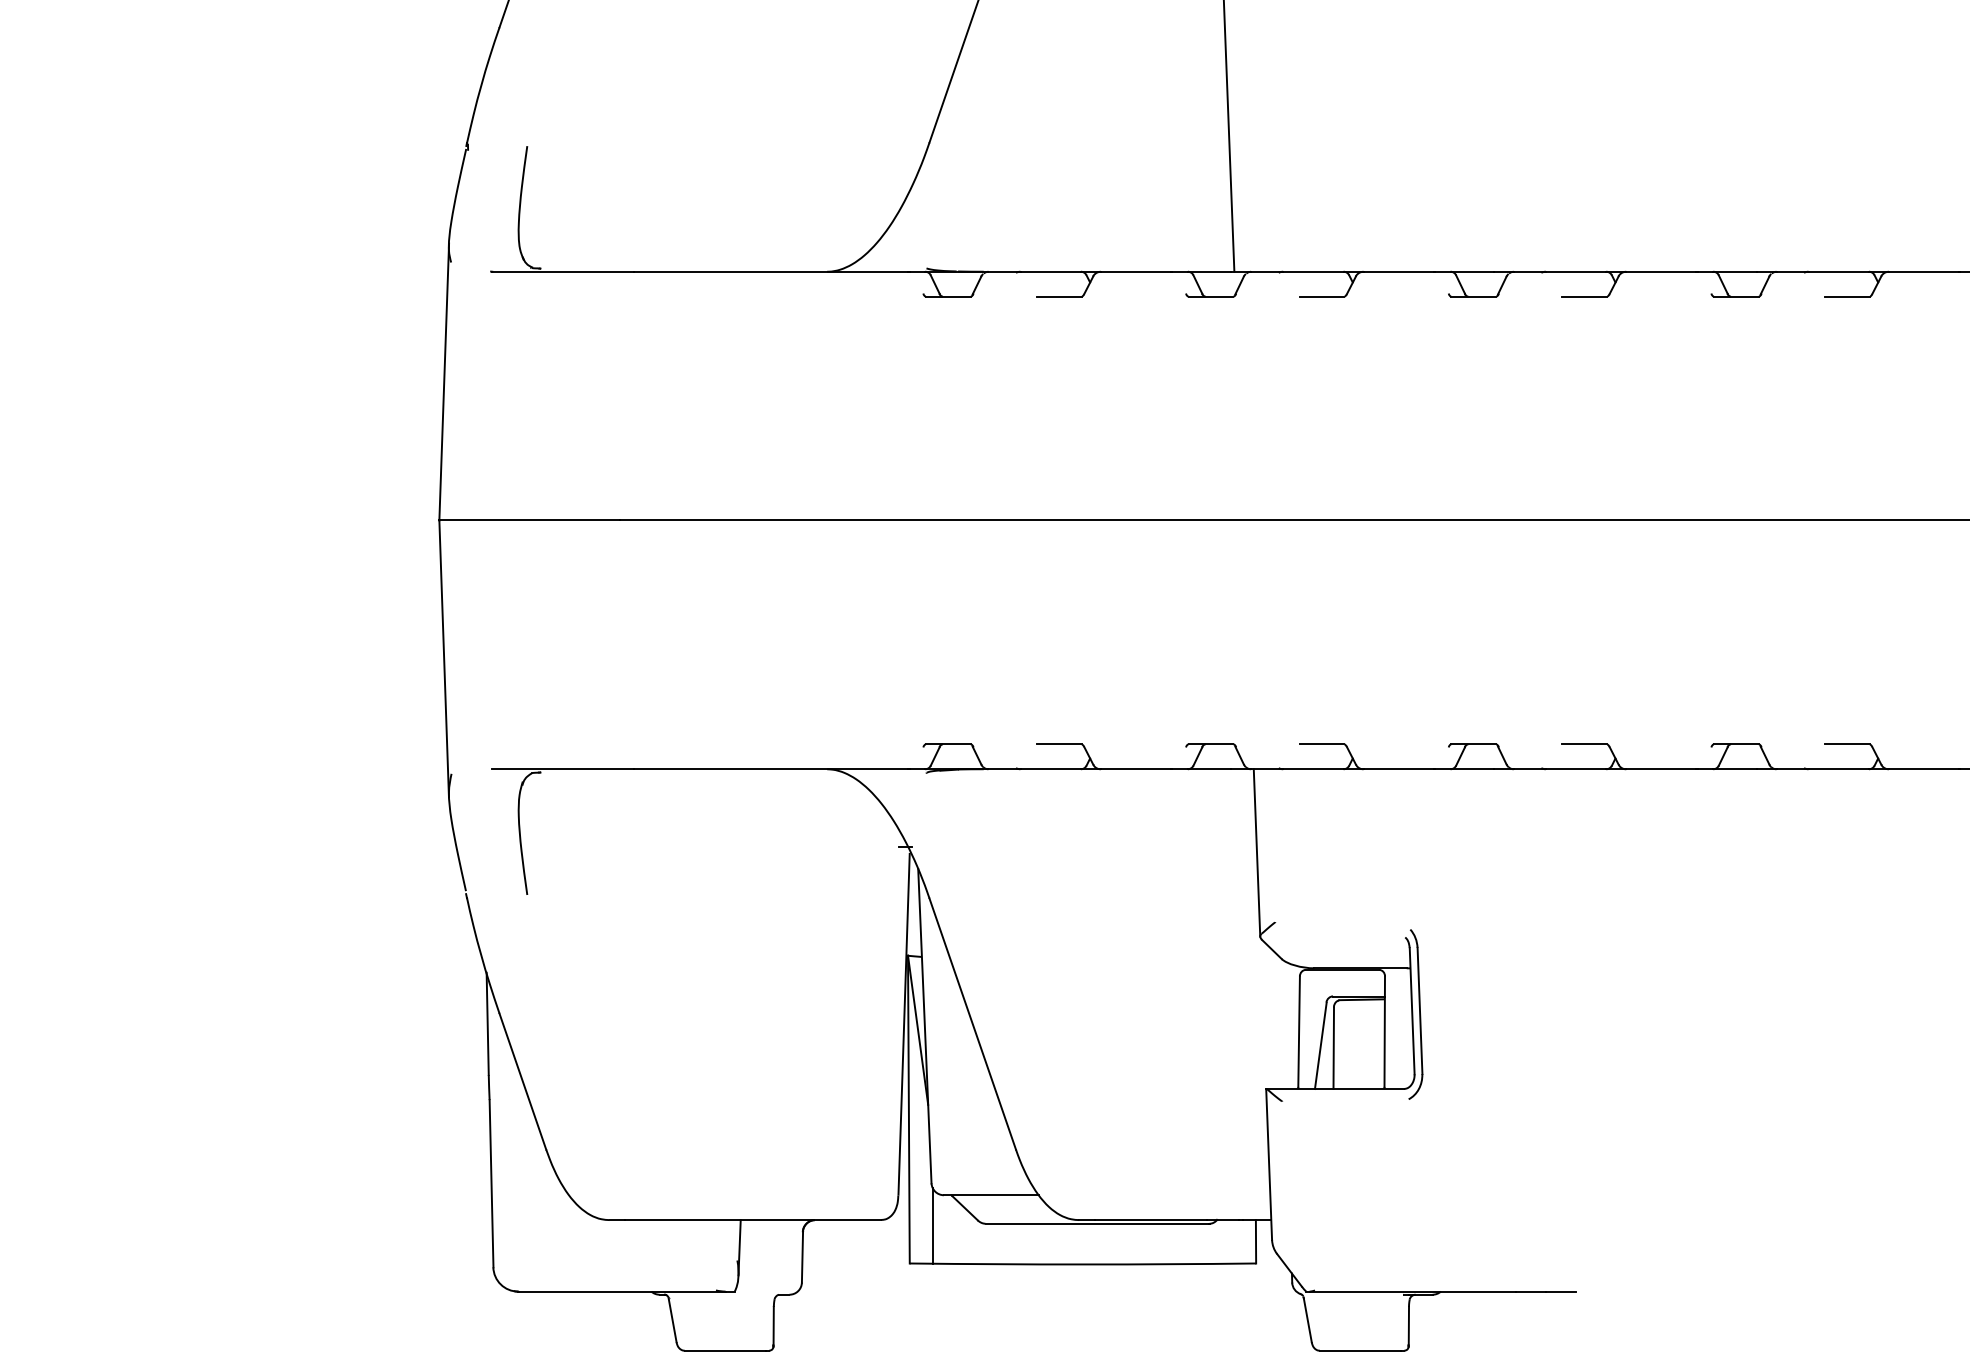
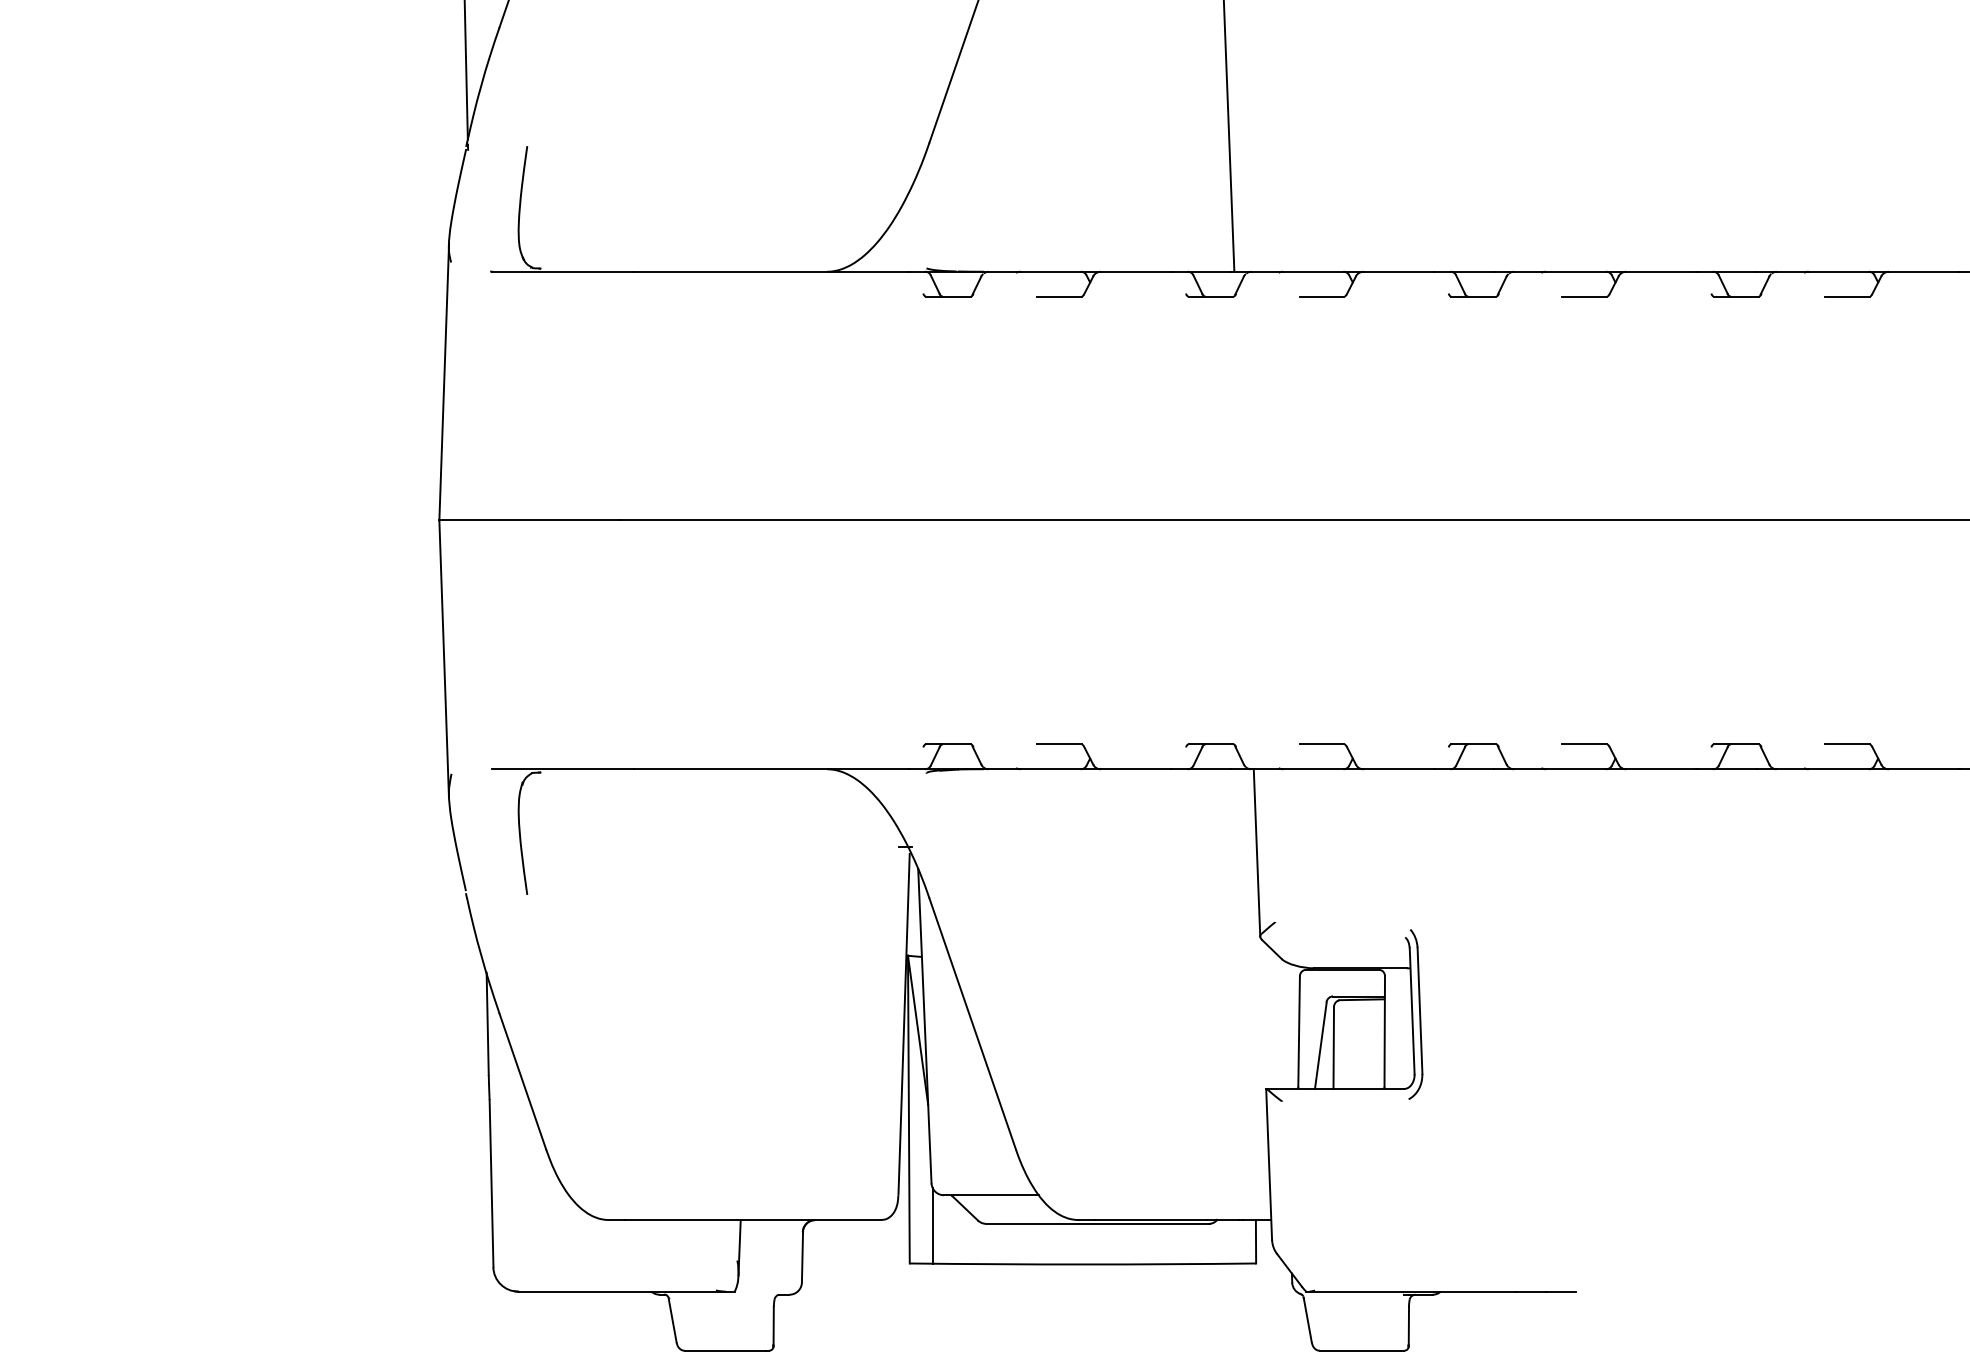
line at (465, 70): none -> present
